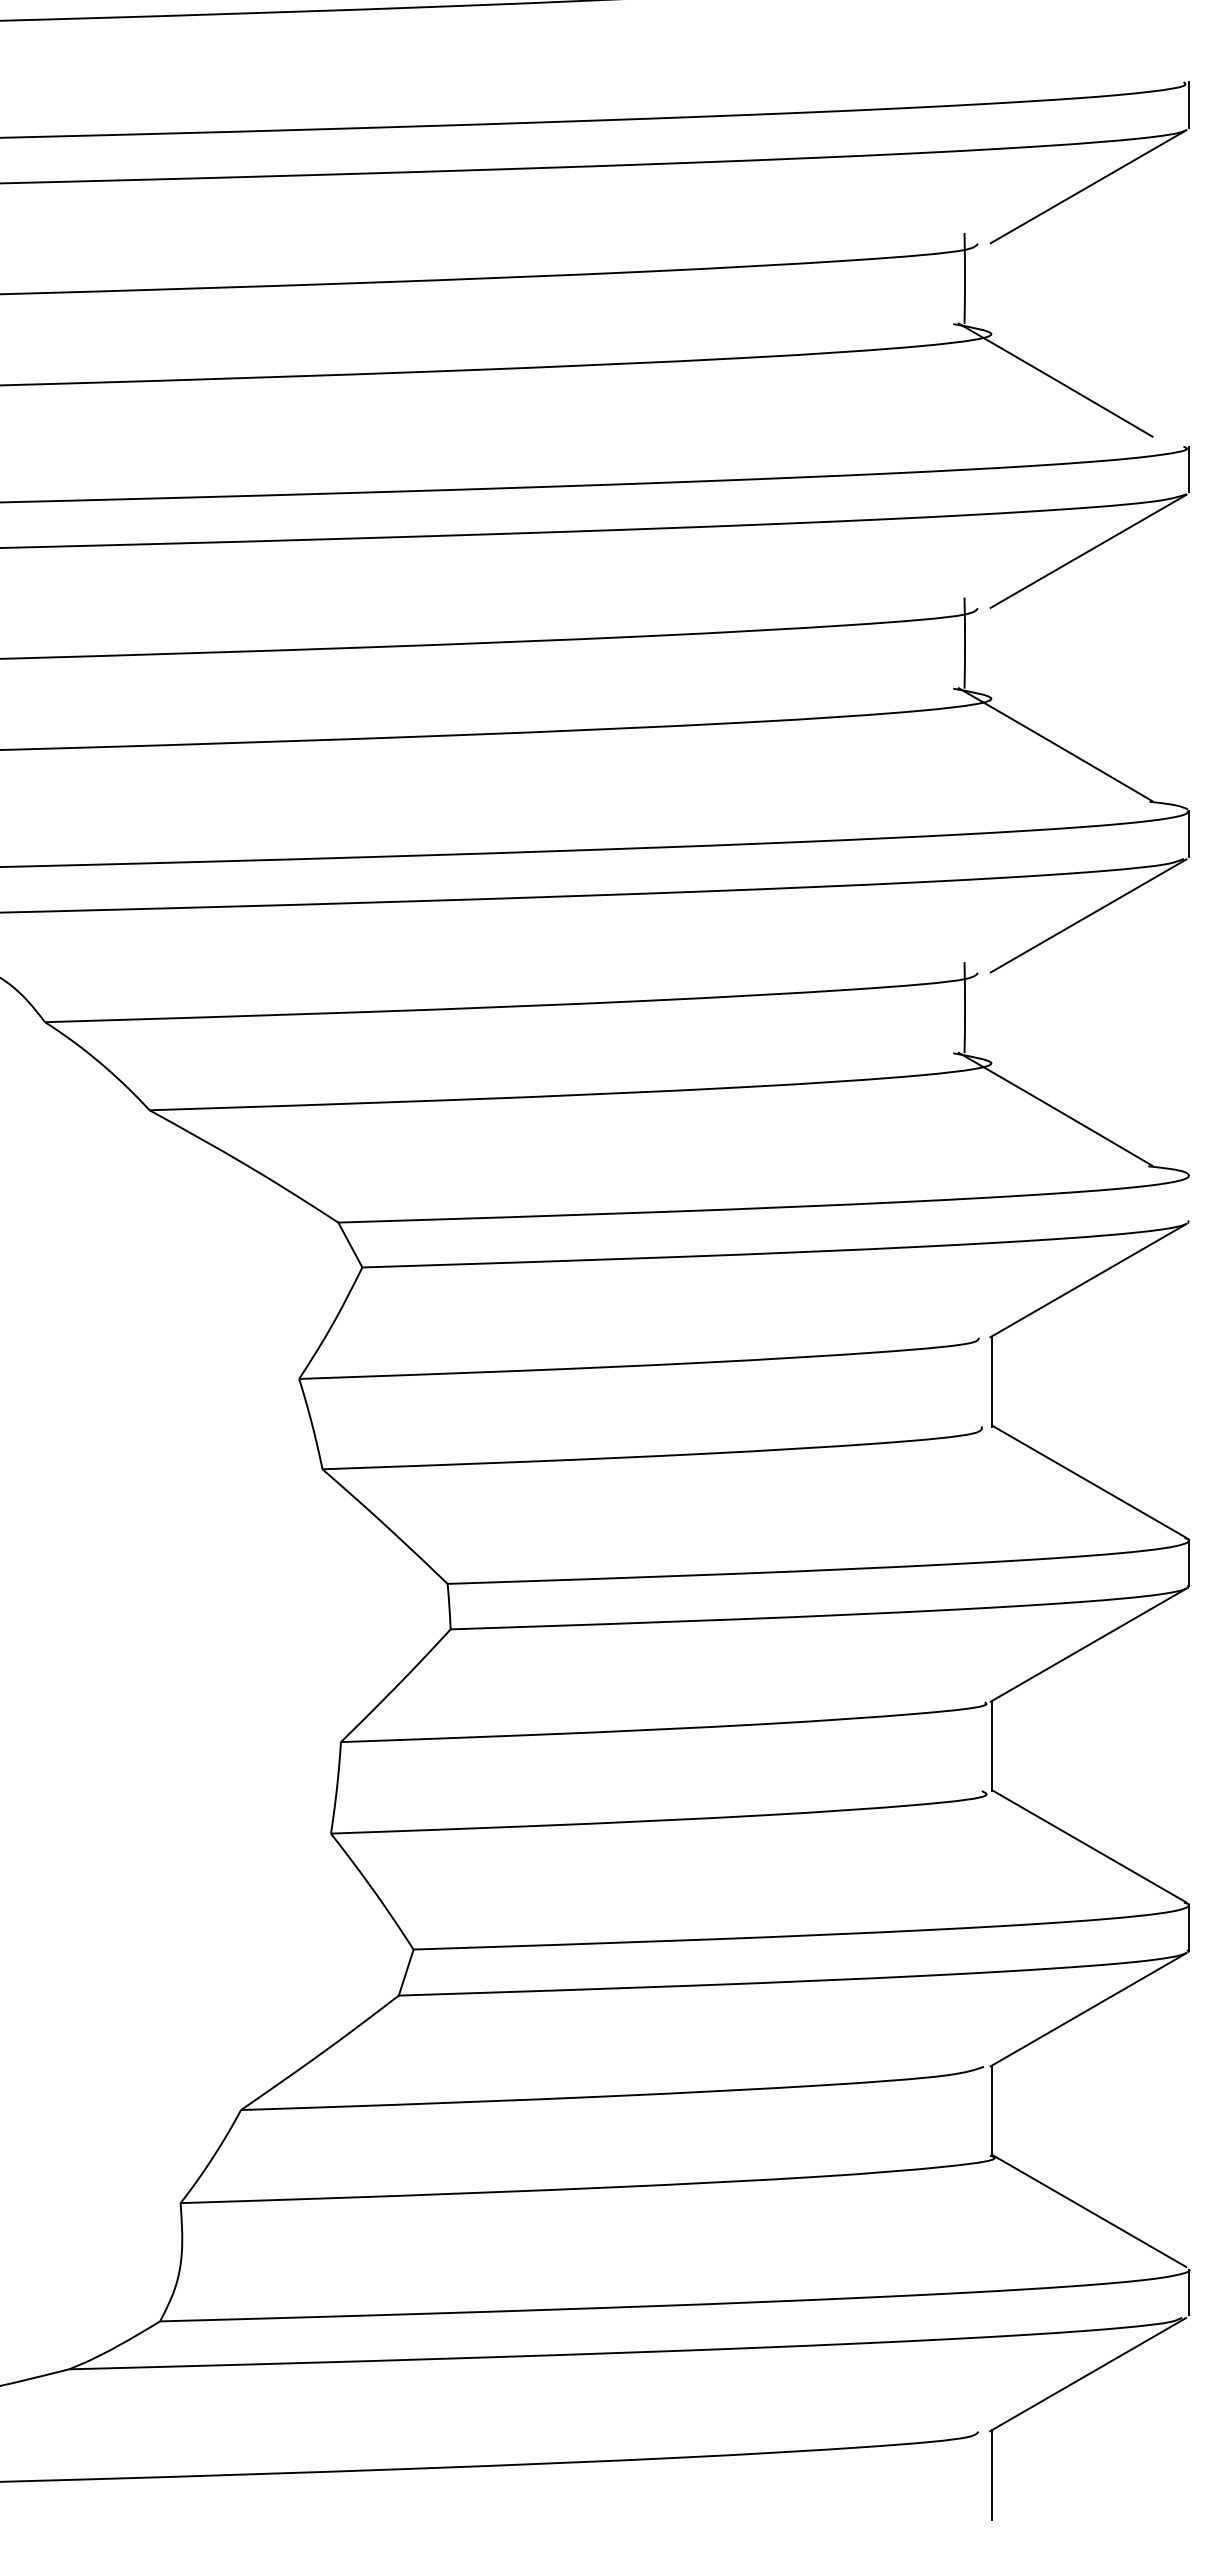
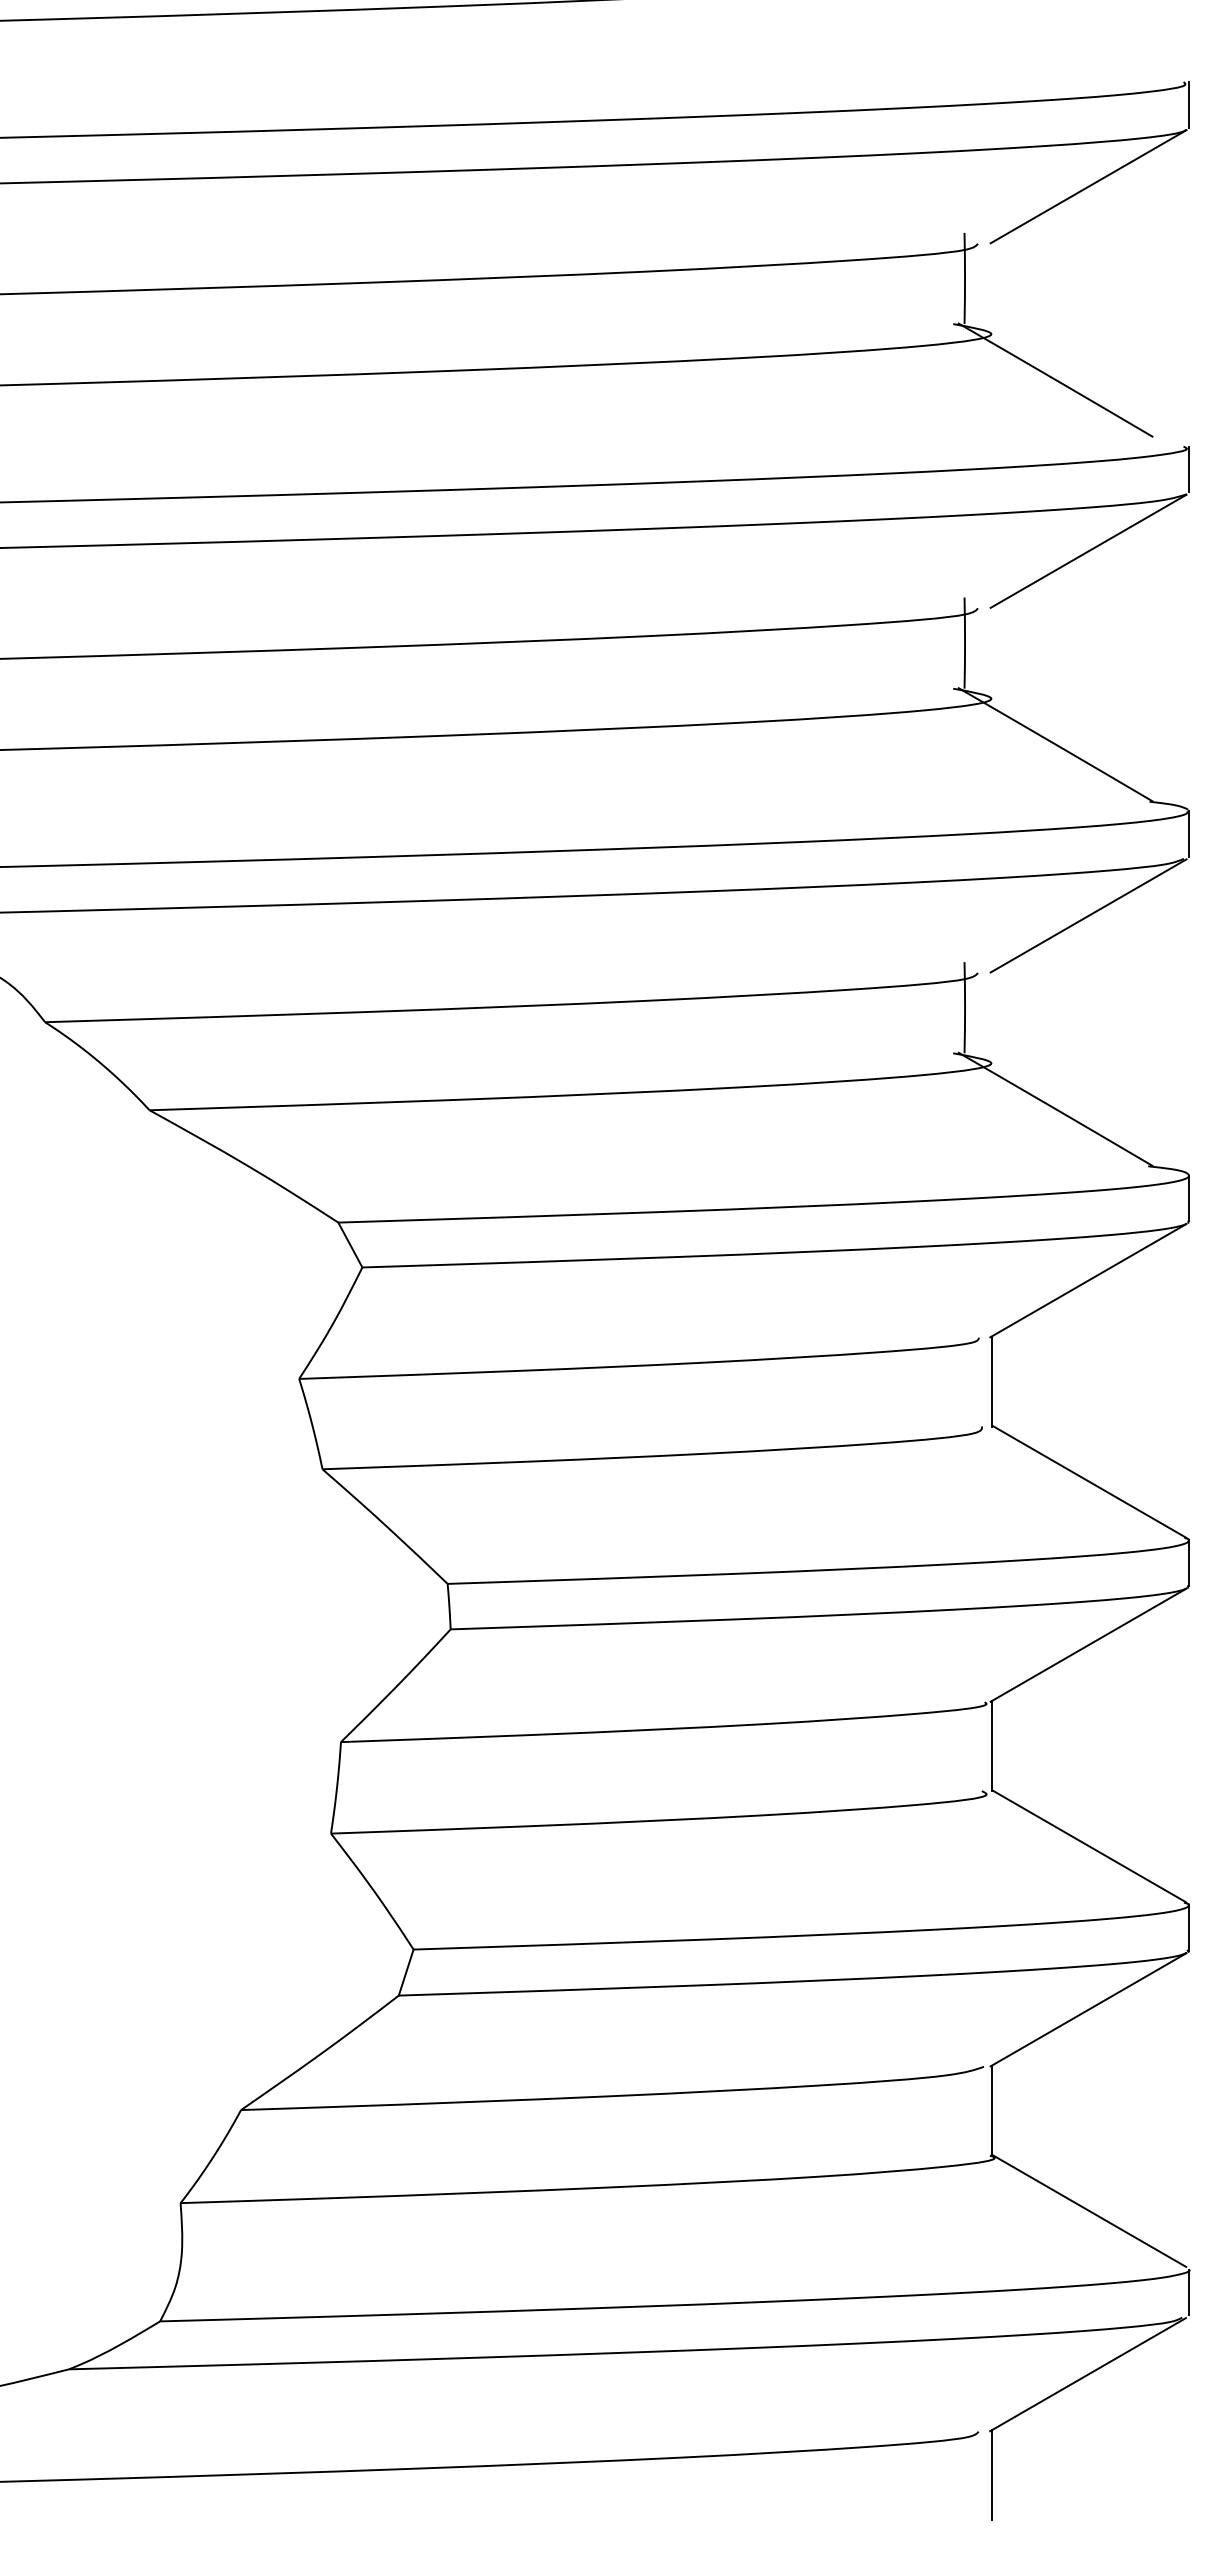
line at (1189, 1198): none -> present
